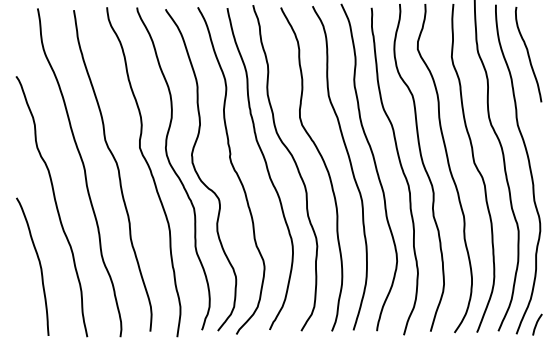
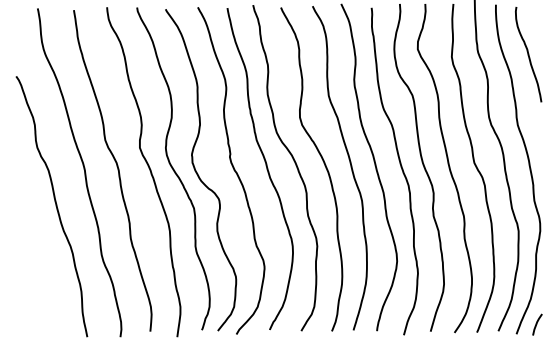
curve at (39, 266): present -> none
